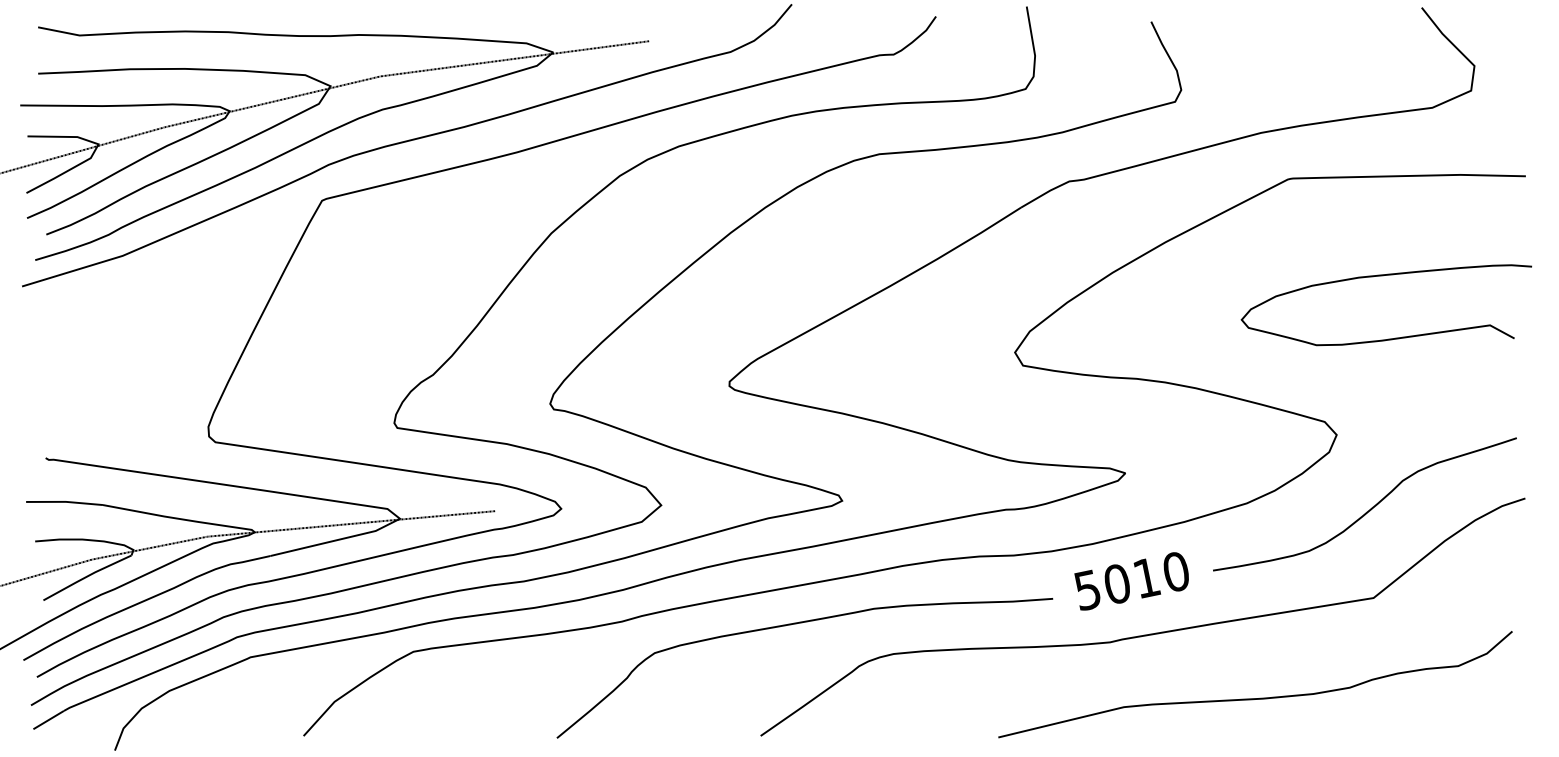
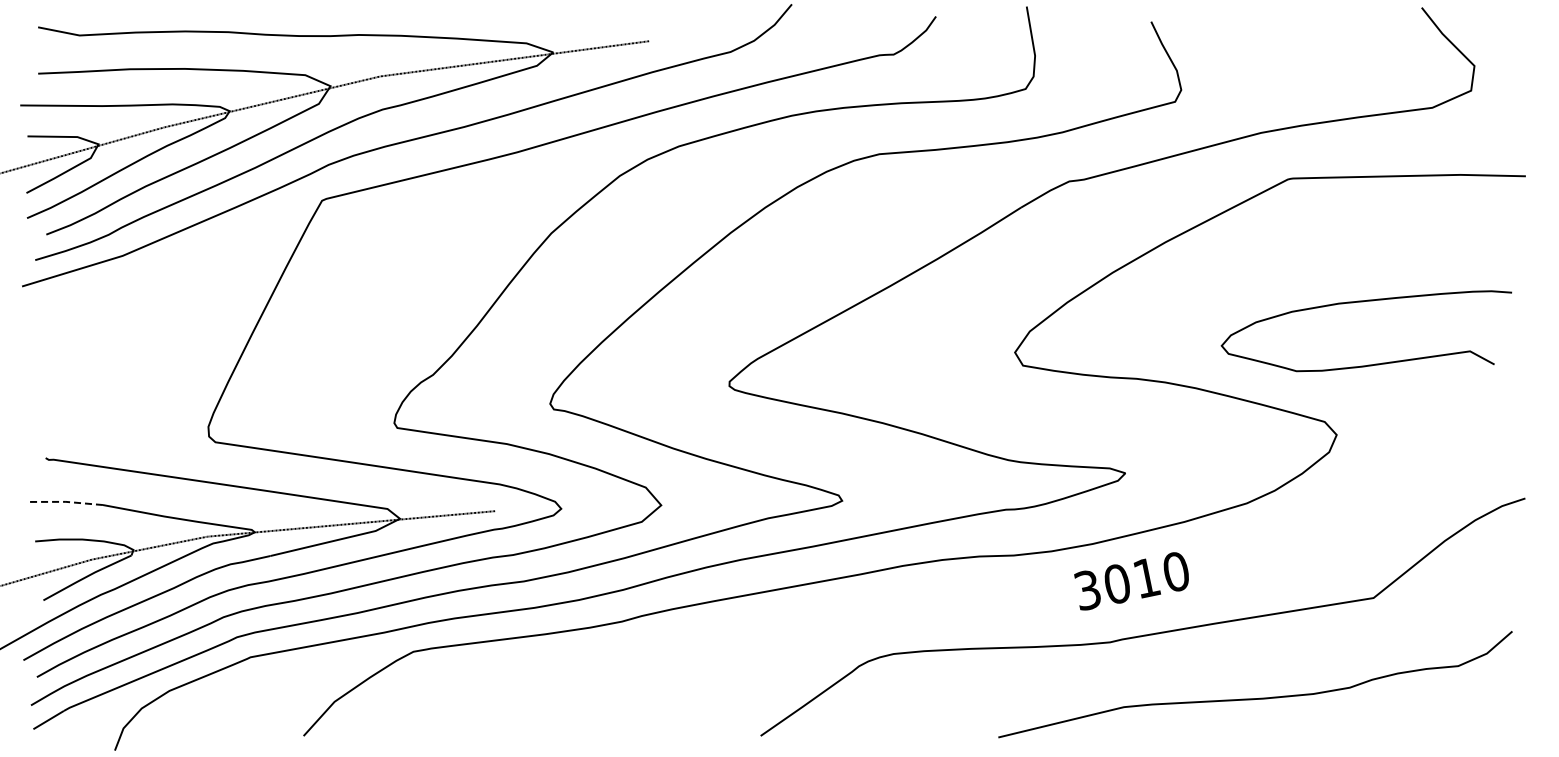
curve at (1383, 276) position: (1383, 276) -> (1363, 302)
line at (64, 501): solid -> dashed
curve at (1369, 509): present -> none
text at (1087, 589): 5010 -> 3010
curve at (796, 624): present -> none
